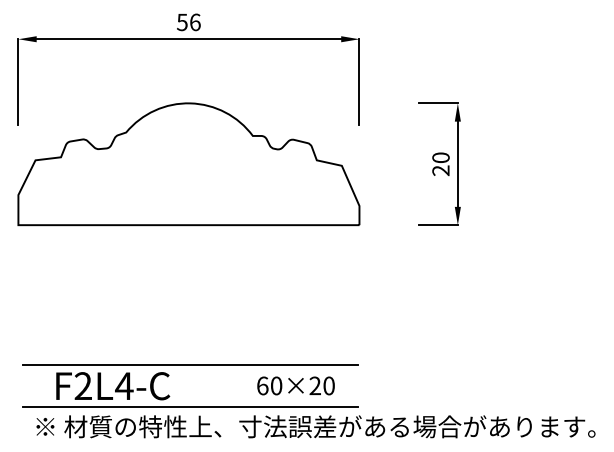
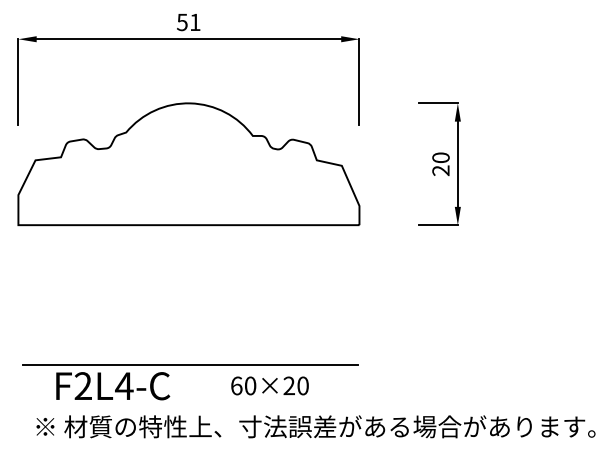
text at (195, 22): 56 -> 51
text at (295, 385) position: (295, 385) -> (269, 385)
line at (190, 407): present -> none
